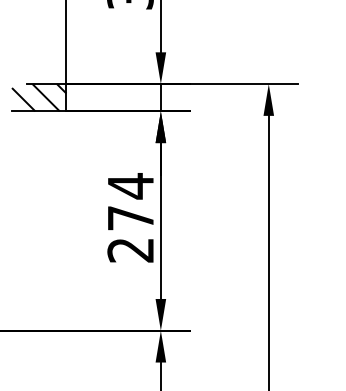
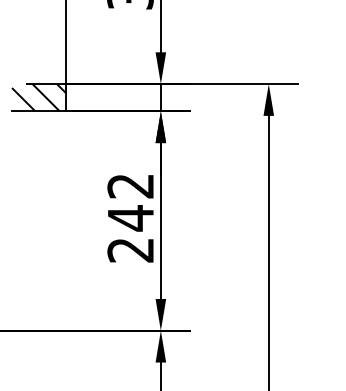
text at (130, 202): 274 -> 242
